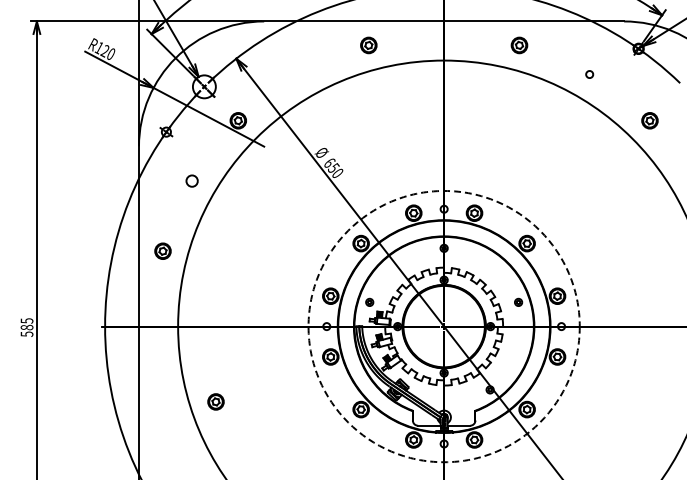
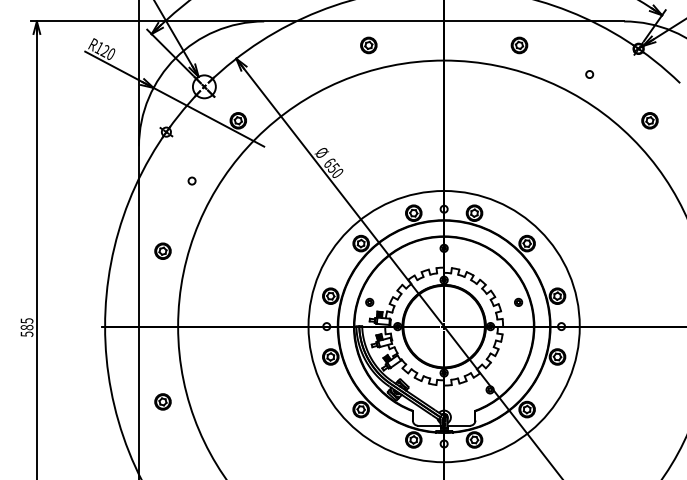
circle at (191, 180) size: 14x14 px -> 10x10 px
circle at (443, 326): dashed -> solid
part at (215, 401) position: (215, 401) -> (162, 401)
